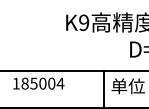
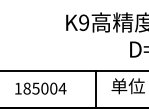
text at (38, 83) position: (38, 83) -> (40, 88)
line at (103, 87) position: (103, 87) -> (95, 87)
